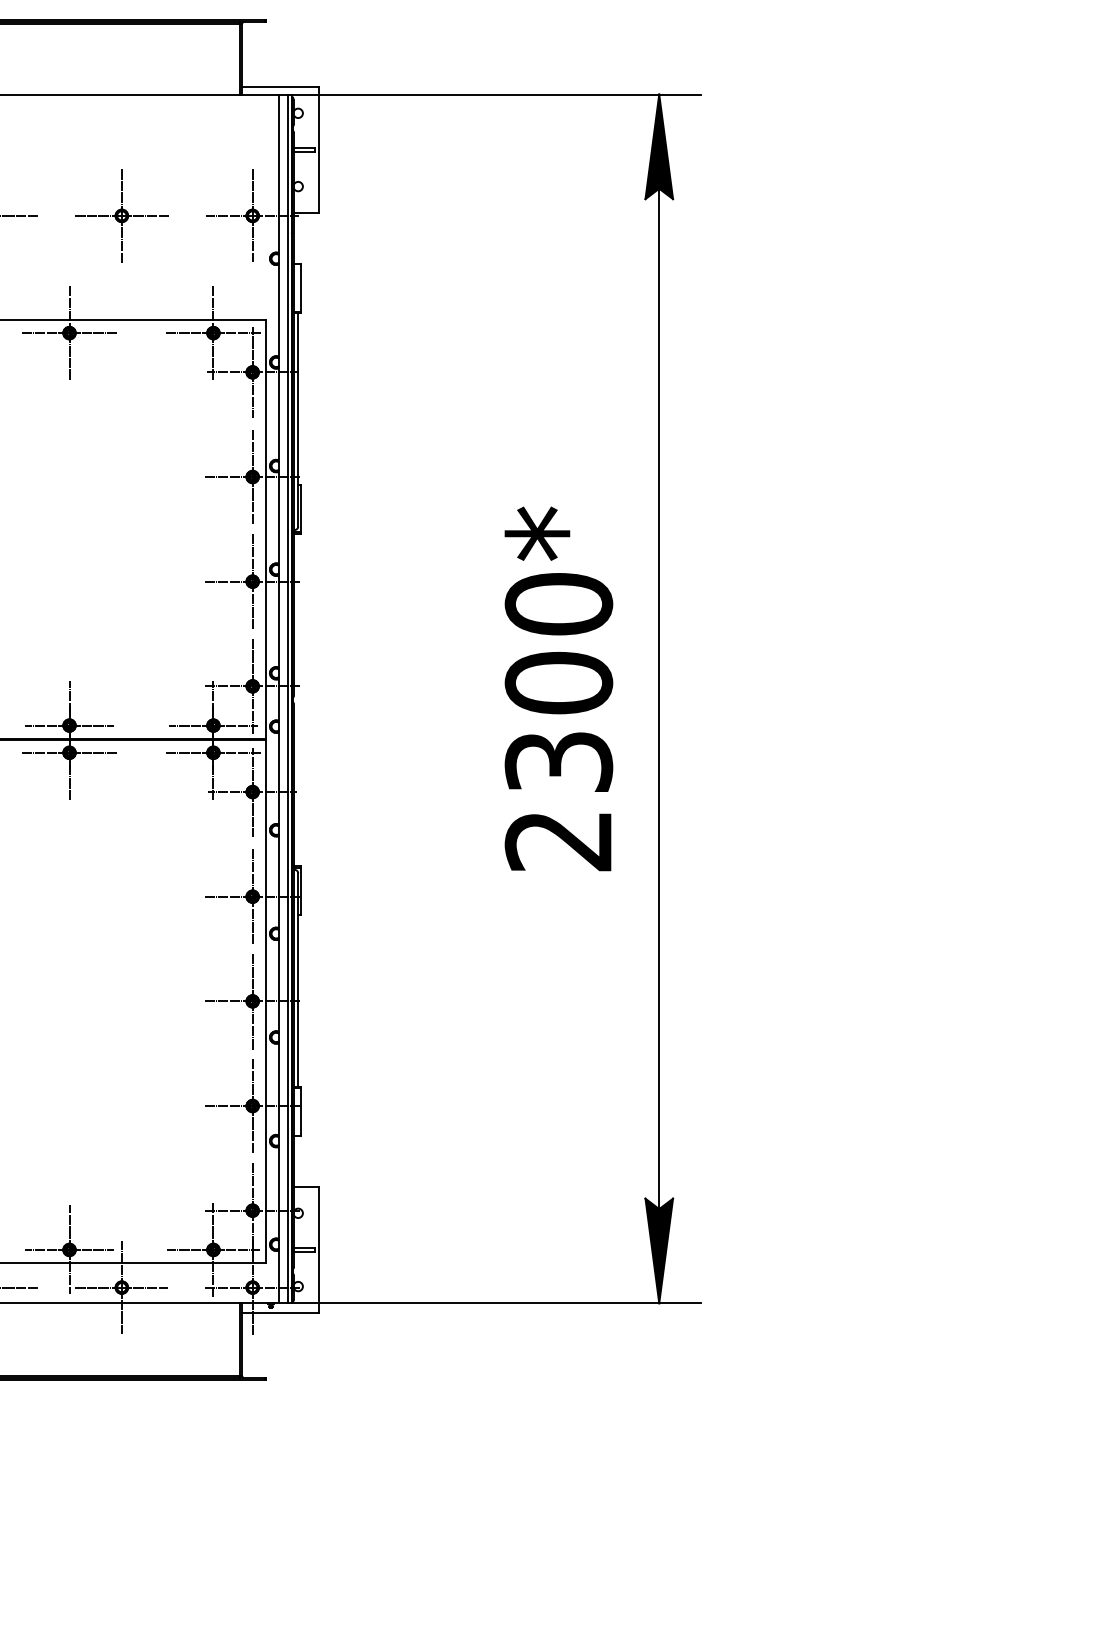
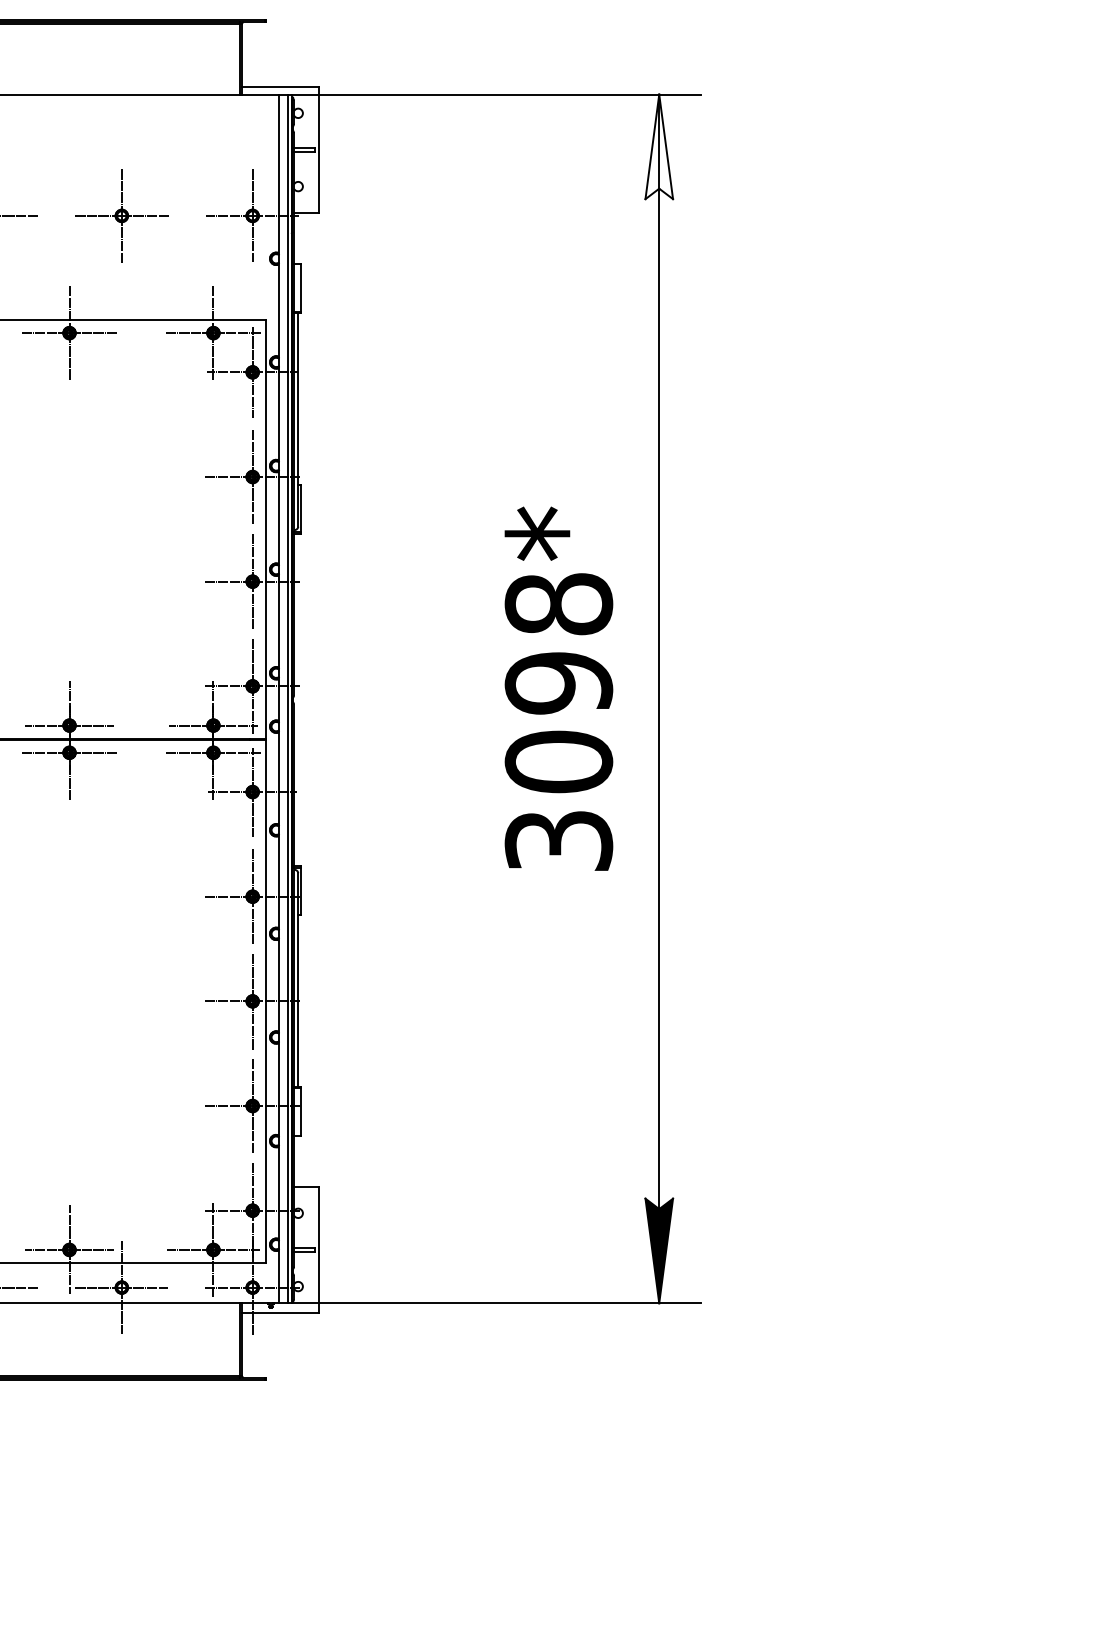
fill at (659, 146): present -> none
text at (558, 722): 2300* -> 3098*
